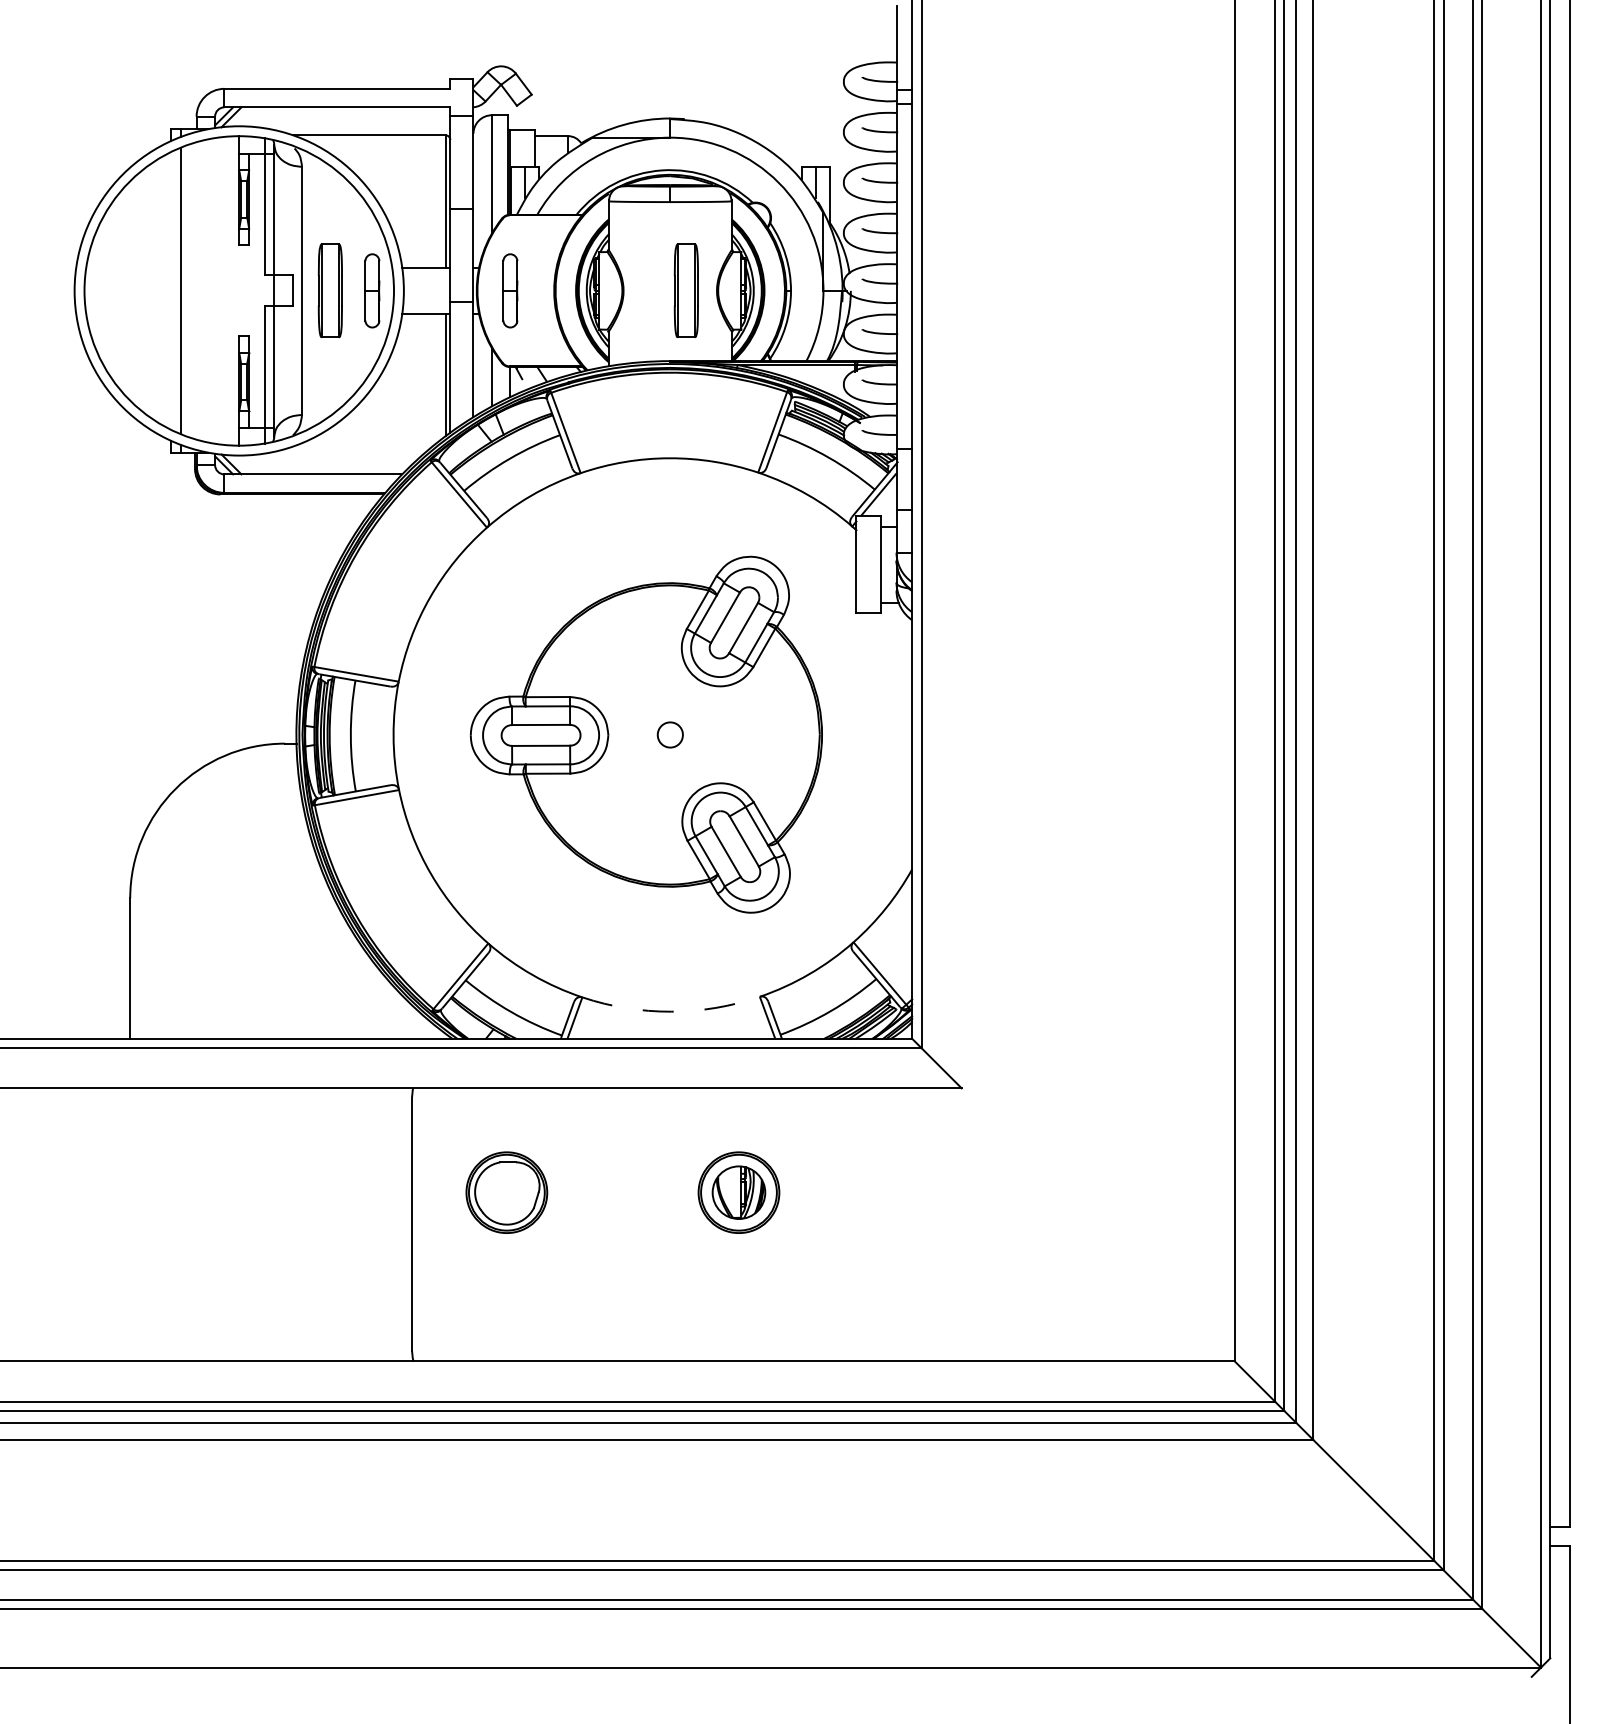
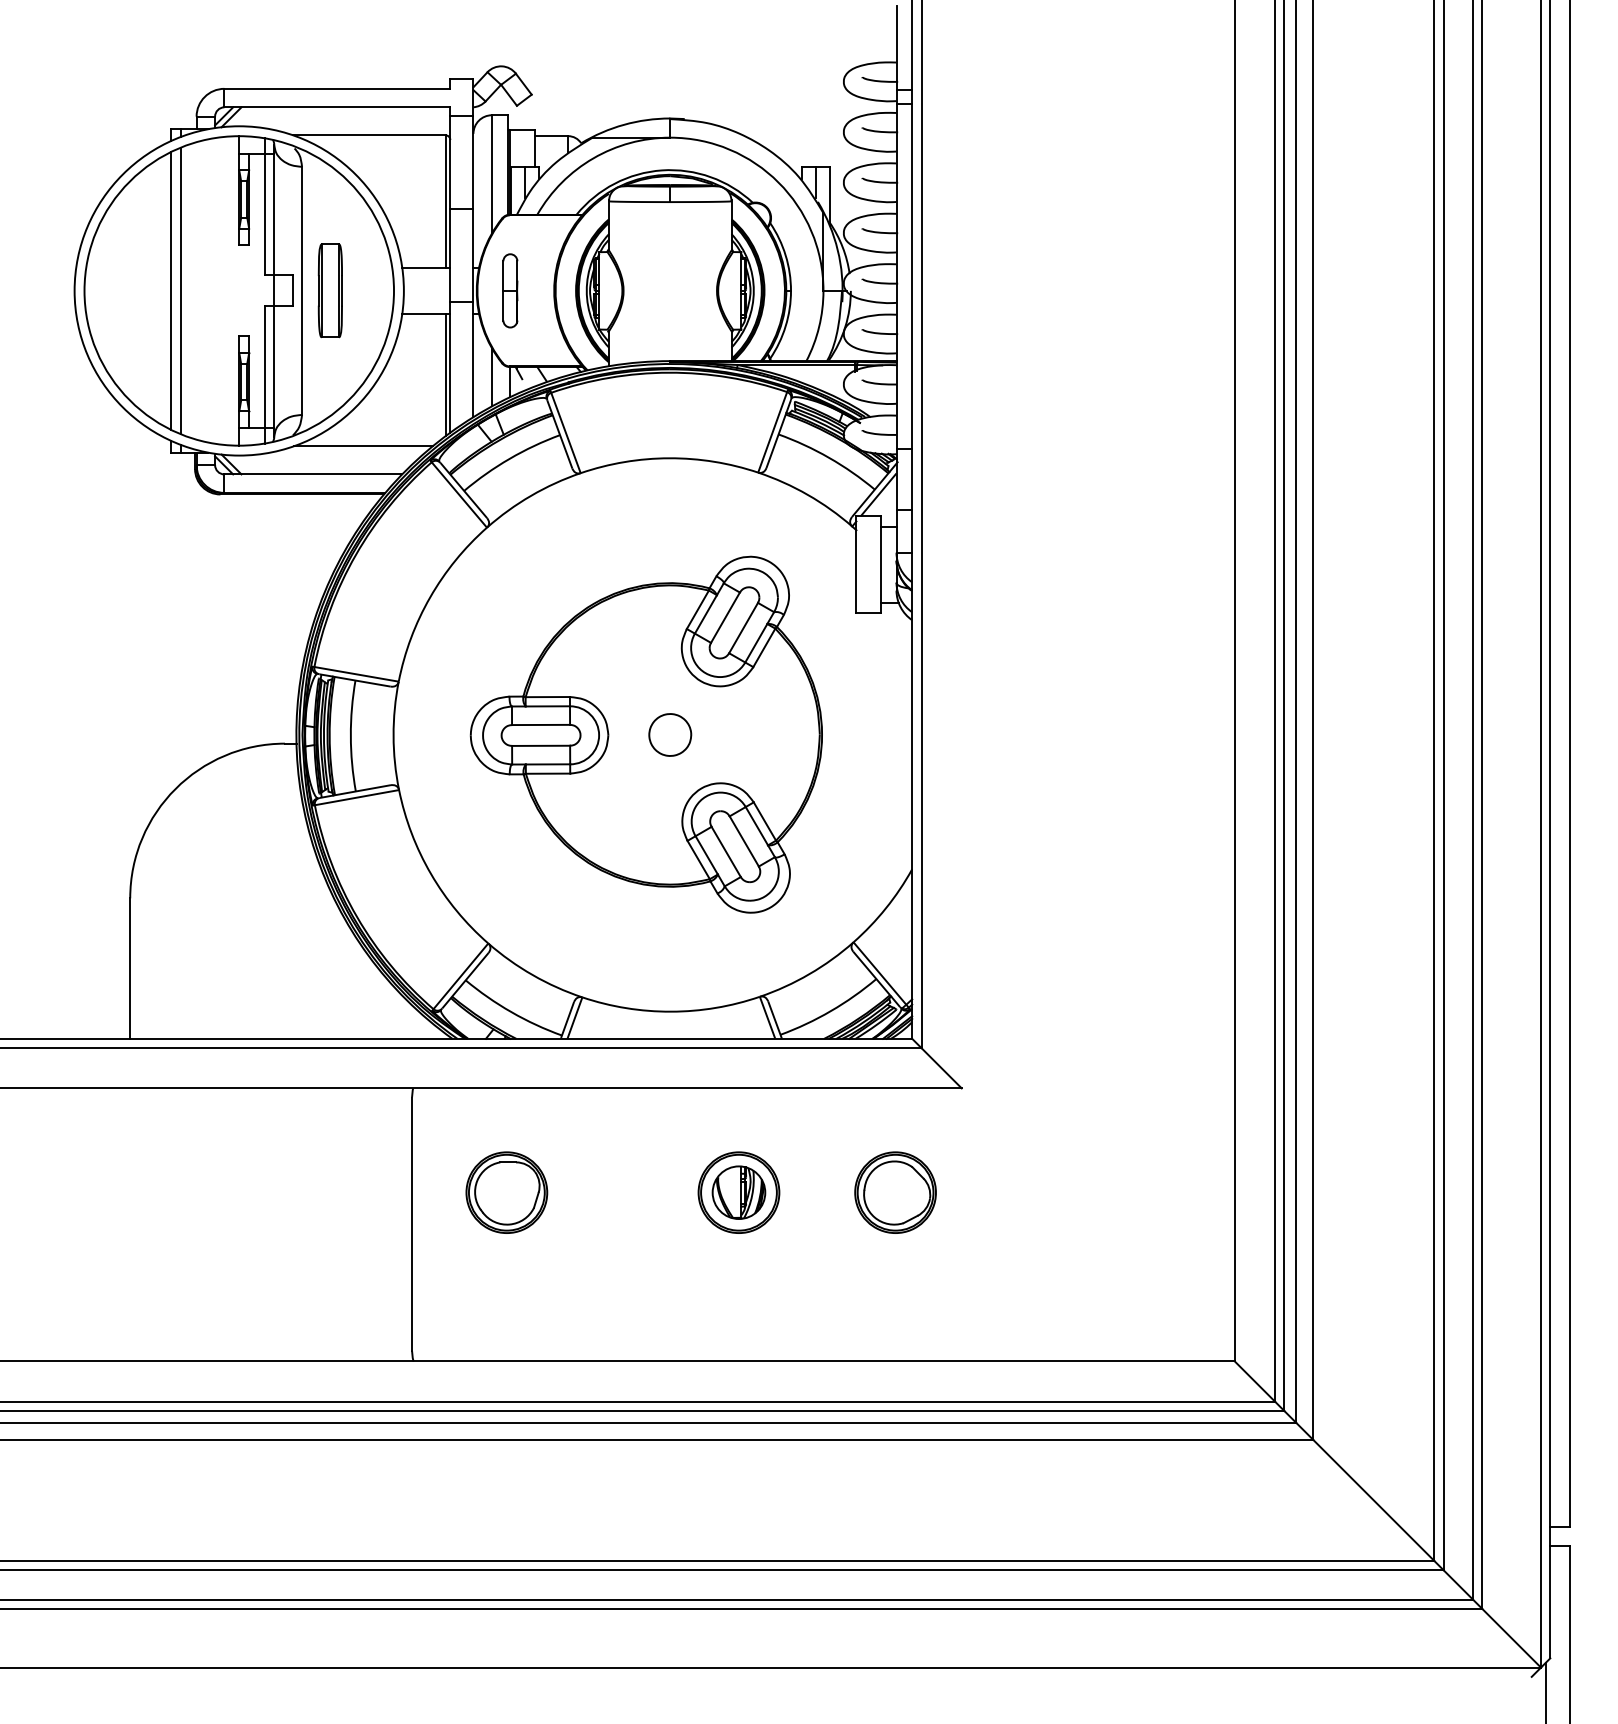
line at (170, 290): none -> present
part at (372, 290): present -> none
part at (685, 290): present -> none
line at (362, 446): none -> present
part at (669, 734) size: 28x28 px -> 45x44 px
arc at (671, 1011): dashed -> solid
part at (895, 1192): none -> present
line at (1545, 1691): none -> present
